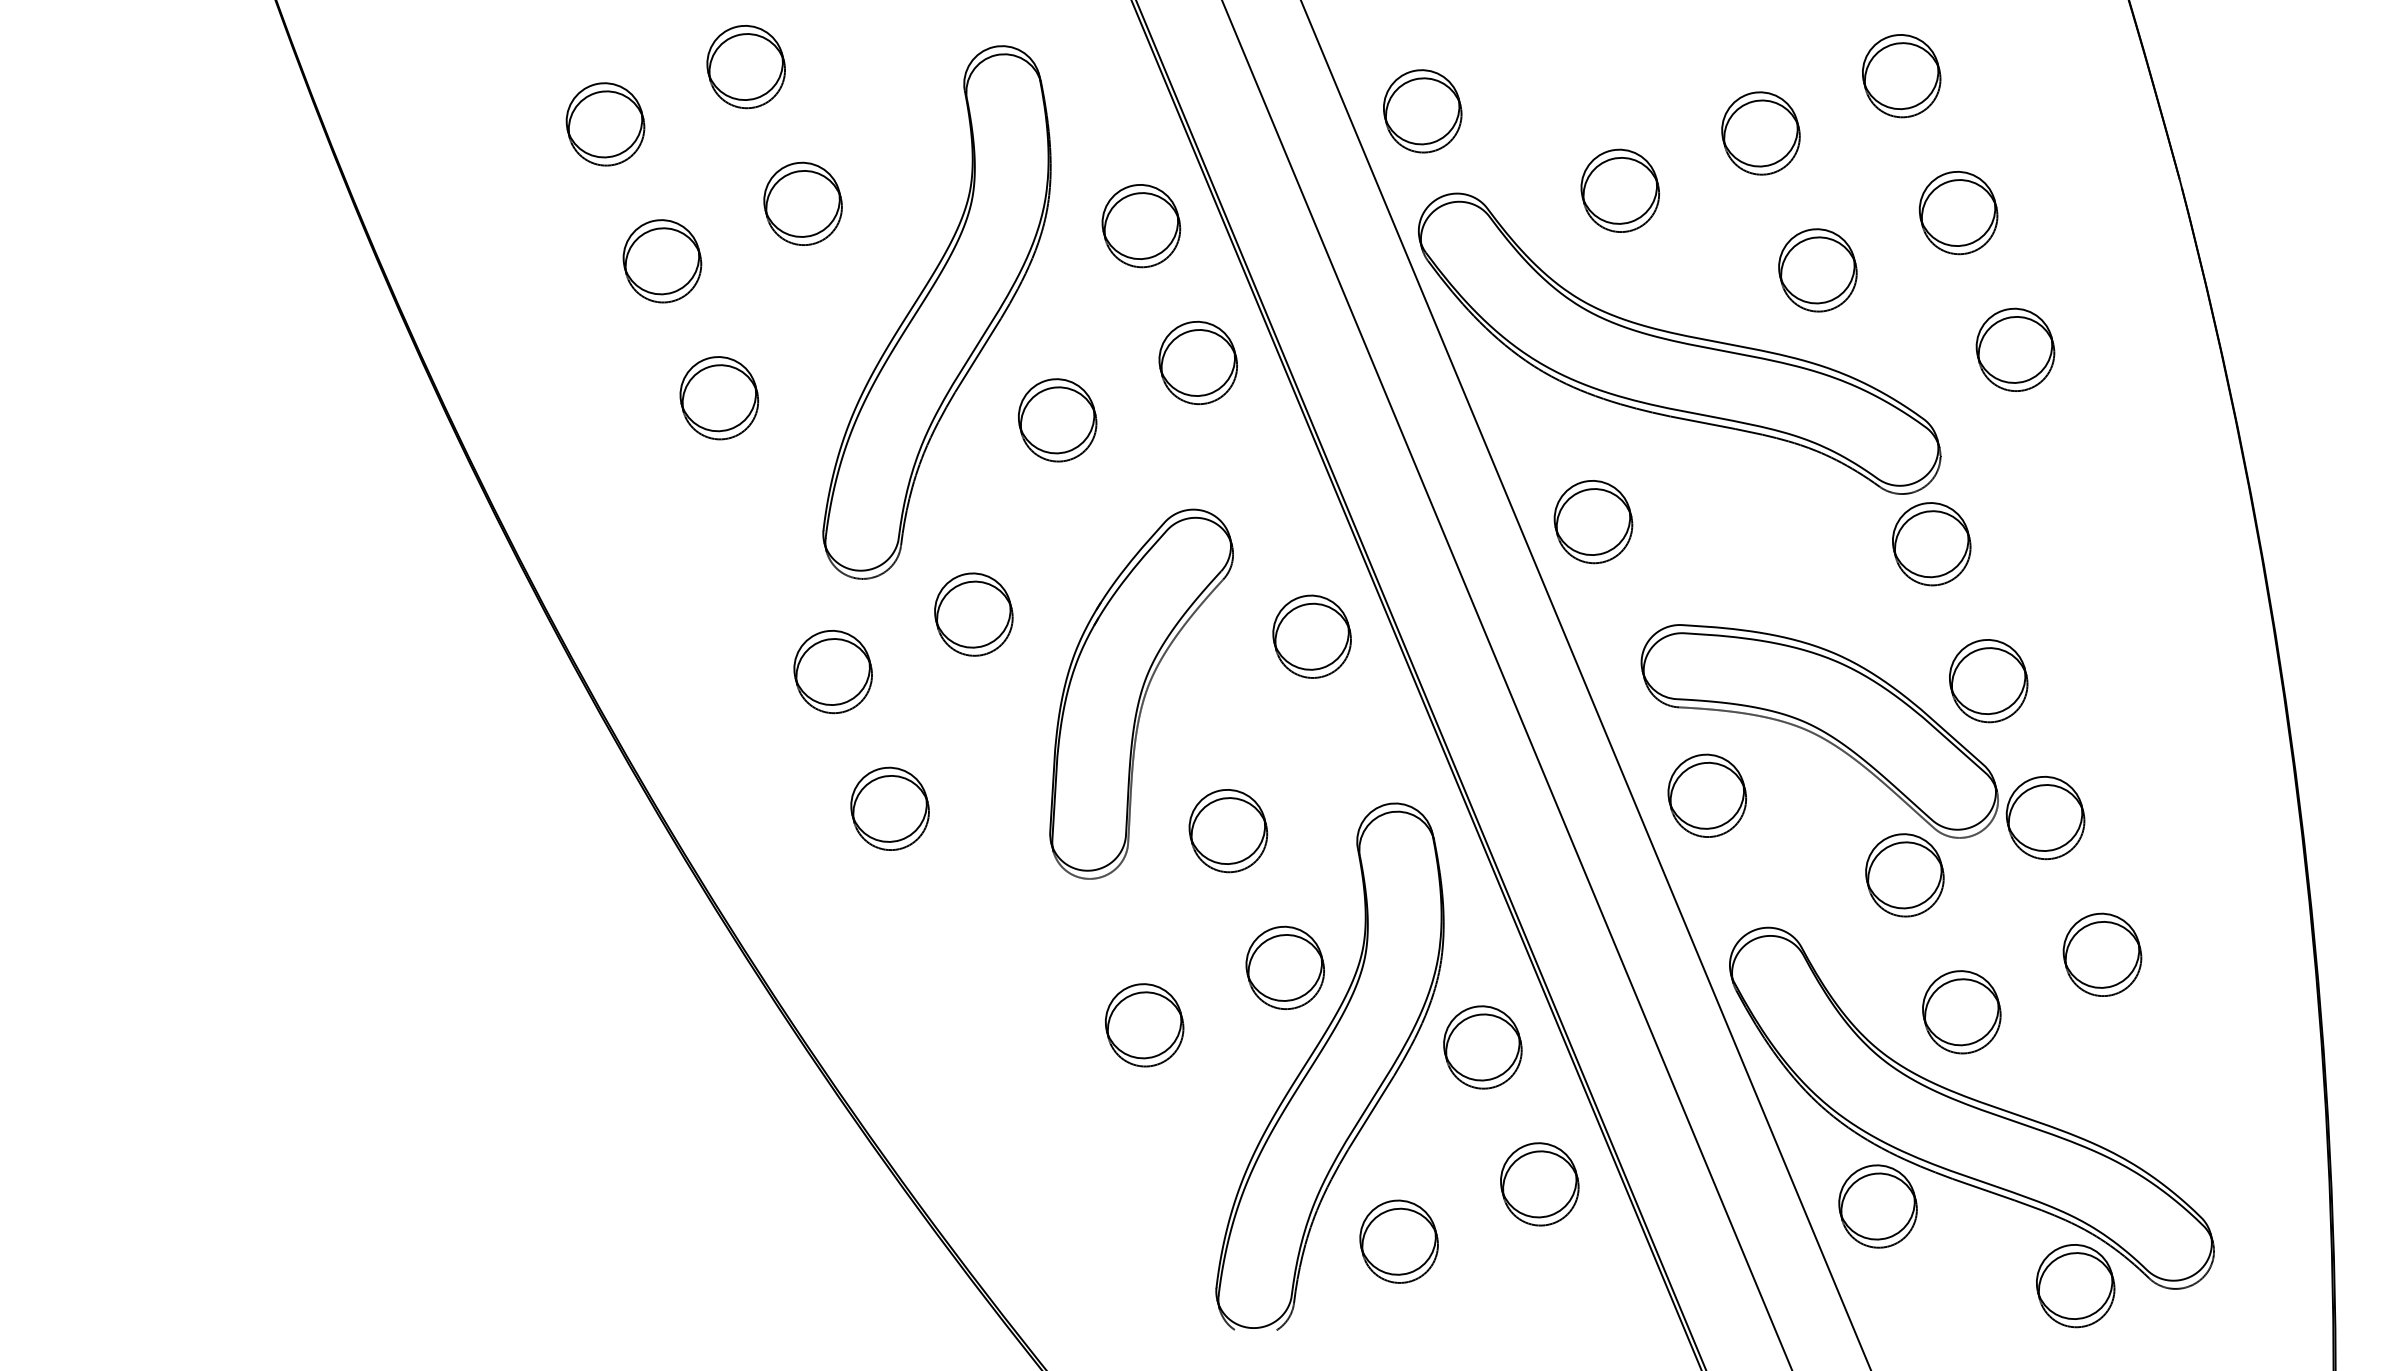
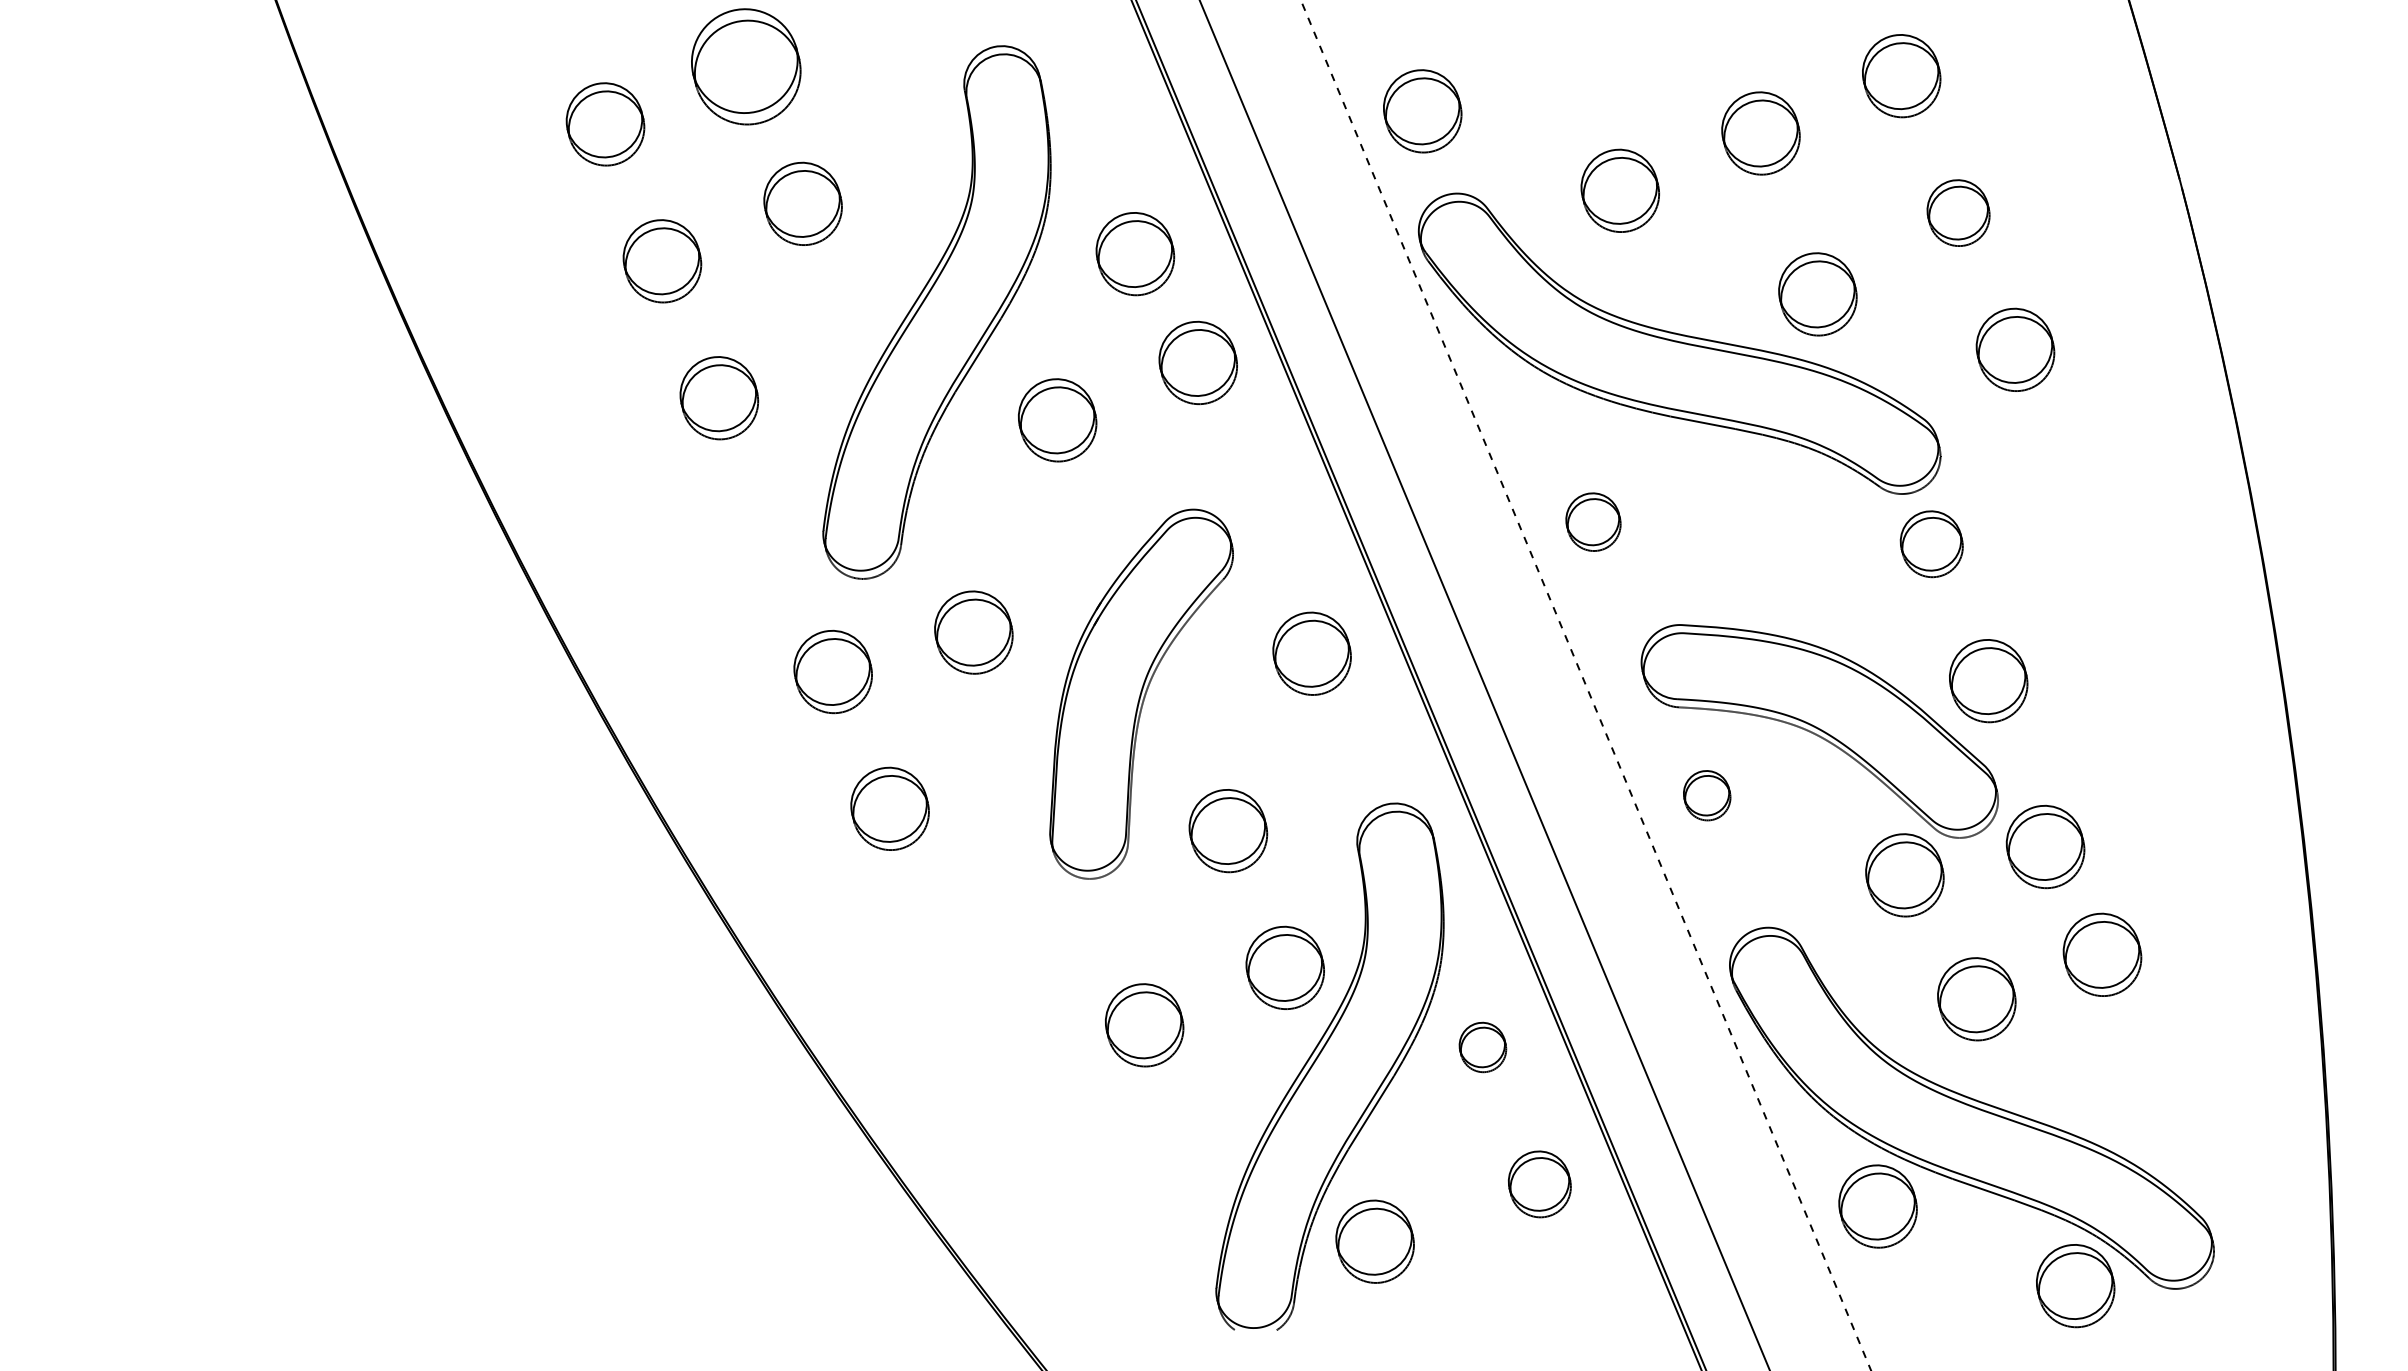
part at (745, 67) size: 80x85 px -> 111x118 px
part at (1958, 213) size: 81x85 px -> 65x68 px
part at (1141, 226) position: (1141, 226) -> (1135, 254)
part at (1817, 270) position: (1817, 270) -> (1817, 294)
part at (1593, 522) size: 81x85 px -> 57x60 px
part at (1931, 544) size: 80x85 px -> 65x69 px
part at (973, 614) position: (973, 614) -> (973, 632)
part at (1311, 636) position: (1311, 636) -> (1311, 653)
line at (1506, 684) position: (1506, 684) -> (1484, 684)
line at (1585, 685): solid -> dashed
part at (1706, 795) size: 80x85 px -> 49x52 px
part at (2045, 817) position: (2045, 817) -> (2045, 846)
part at (1961, 1012) position: (1961, 1012) -> (1976, 999)
part at (1482, 1047) size: 80x85 px -> 50x53 px
part at (1539, 1184) size: 80x85 px -> 65x69 px
part at (1398, 1241) position: (1398, 1241) -> (1374, 1241)
